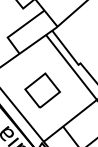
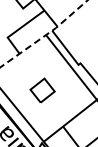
line at (45, 35): solid -> dashed
part at (42, 90) size: 37x37 px -> 27x27 px
